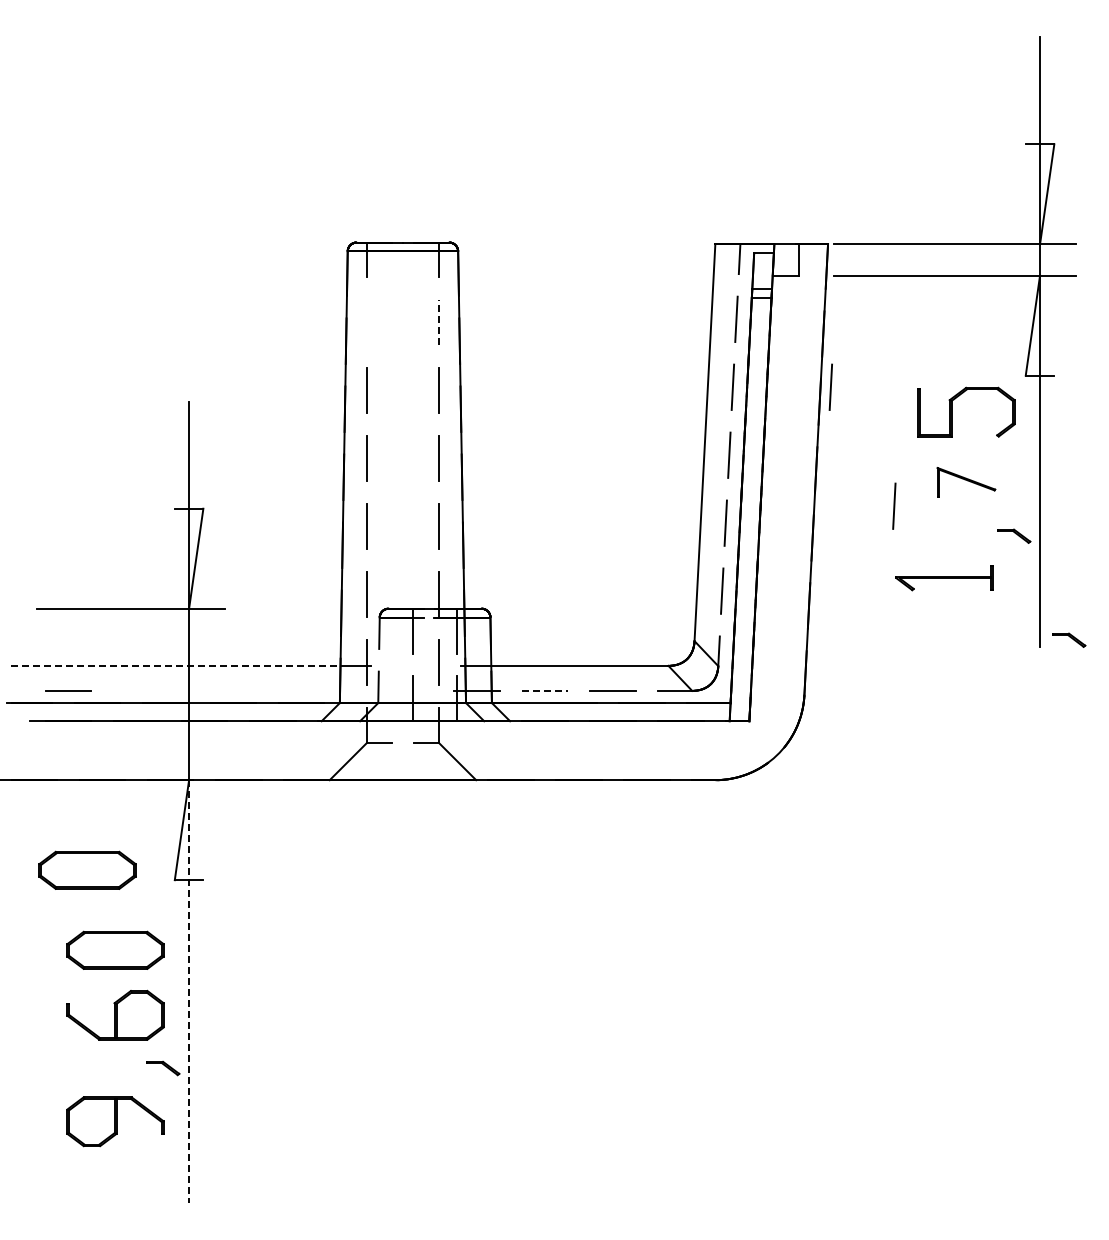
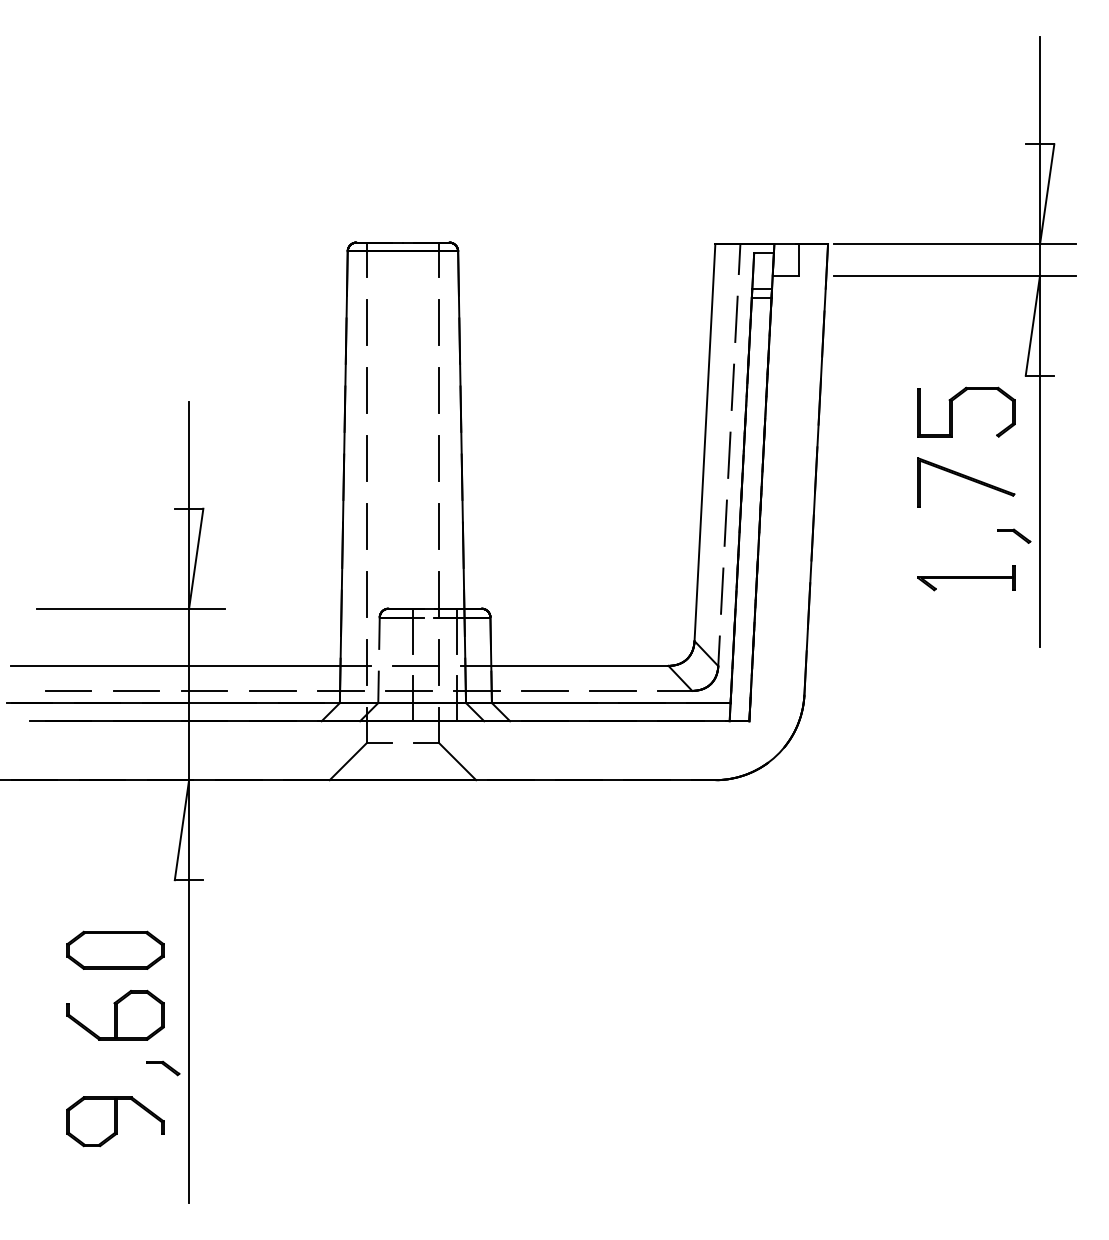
line at (366, 322): none -> present
line at (438, 322): dashed -> solid
line at (830, 386): present -> none
part at (966, 482) size: 61x31 px -> 99x51 px
line at (894, 505): present -> none
part at (944, 578) position: (944, 578) -> (966, 578)
part at (1069, 639): present -> none
line at (175, 665): dashed -> solid
line at (415, 665): none -> present
line at (136, 690): none -> present
line at (204, 690): none -> present
line at (272, 690): none -> present
line at (340, 690): none -> present
line at (408, 690): none -> present
line at (545, 690): dashed -> solid
part at (87, 869): present -> none
line at (189, 991): dashed -> solid
